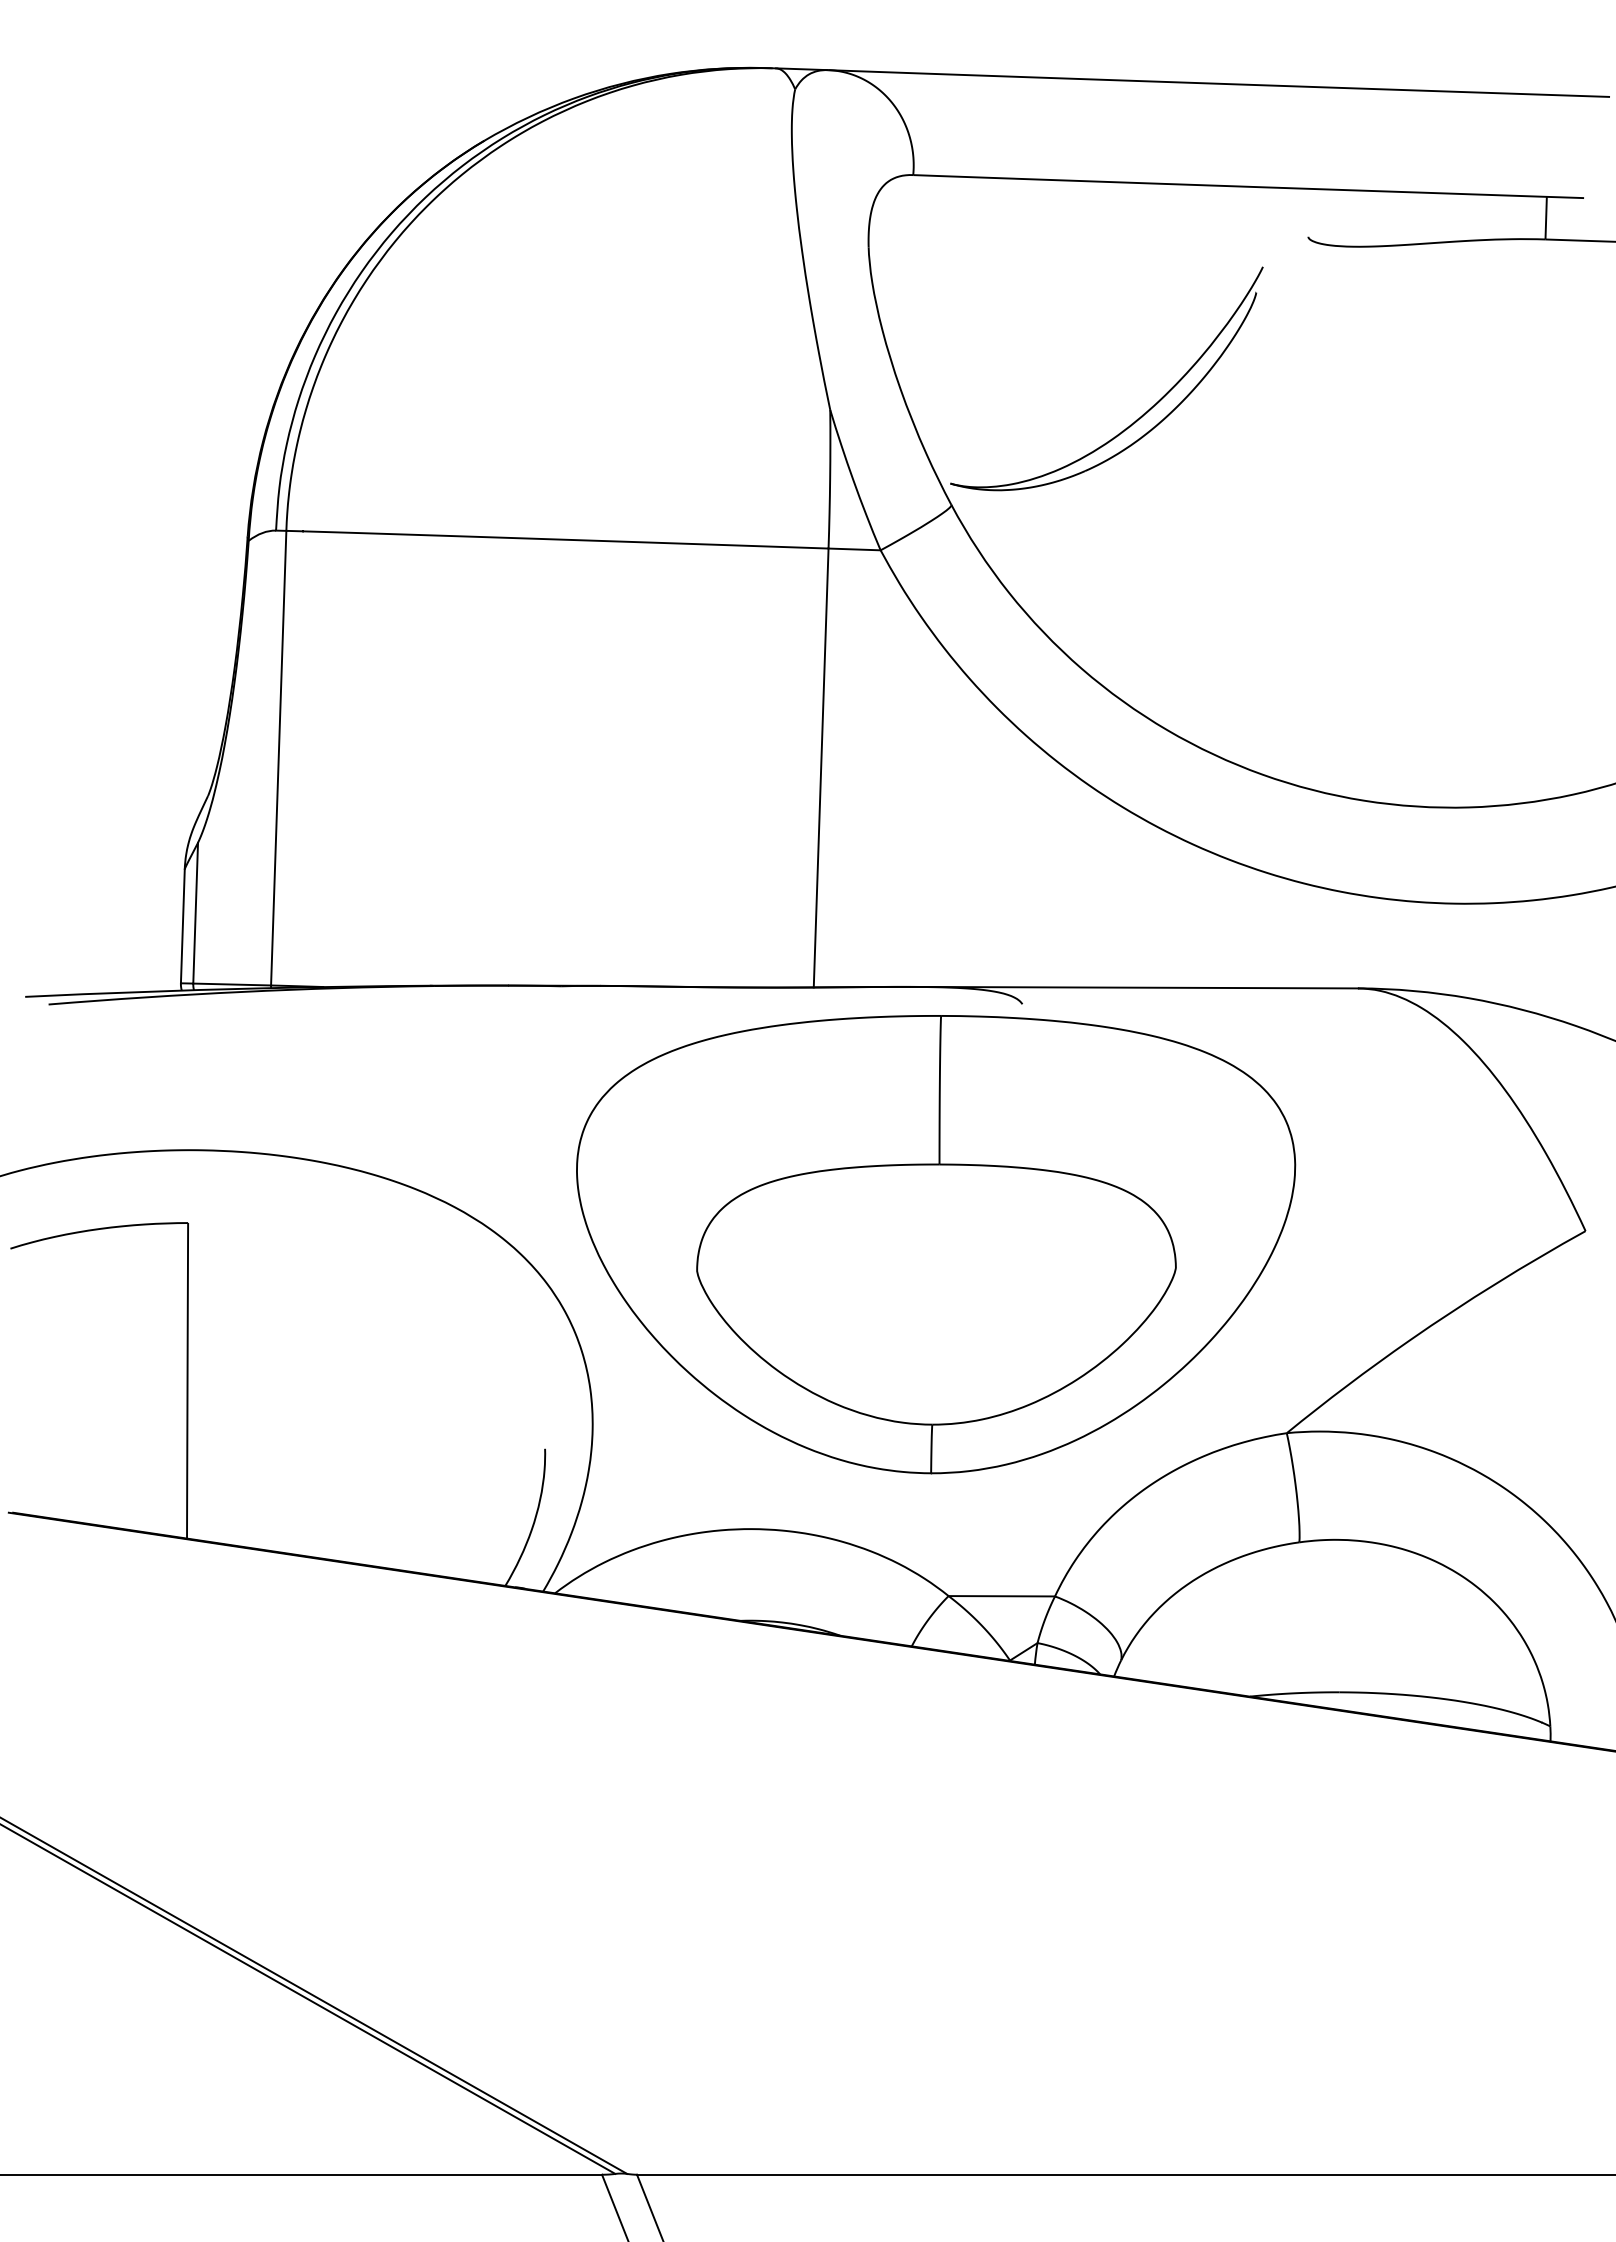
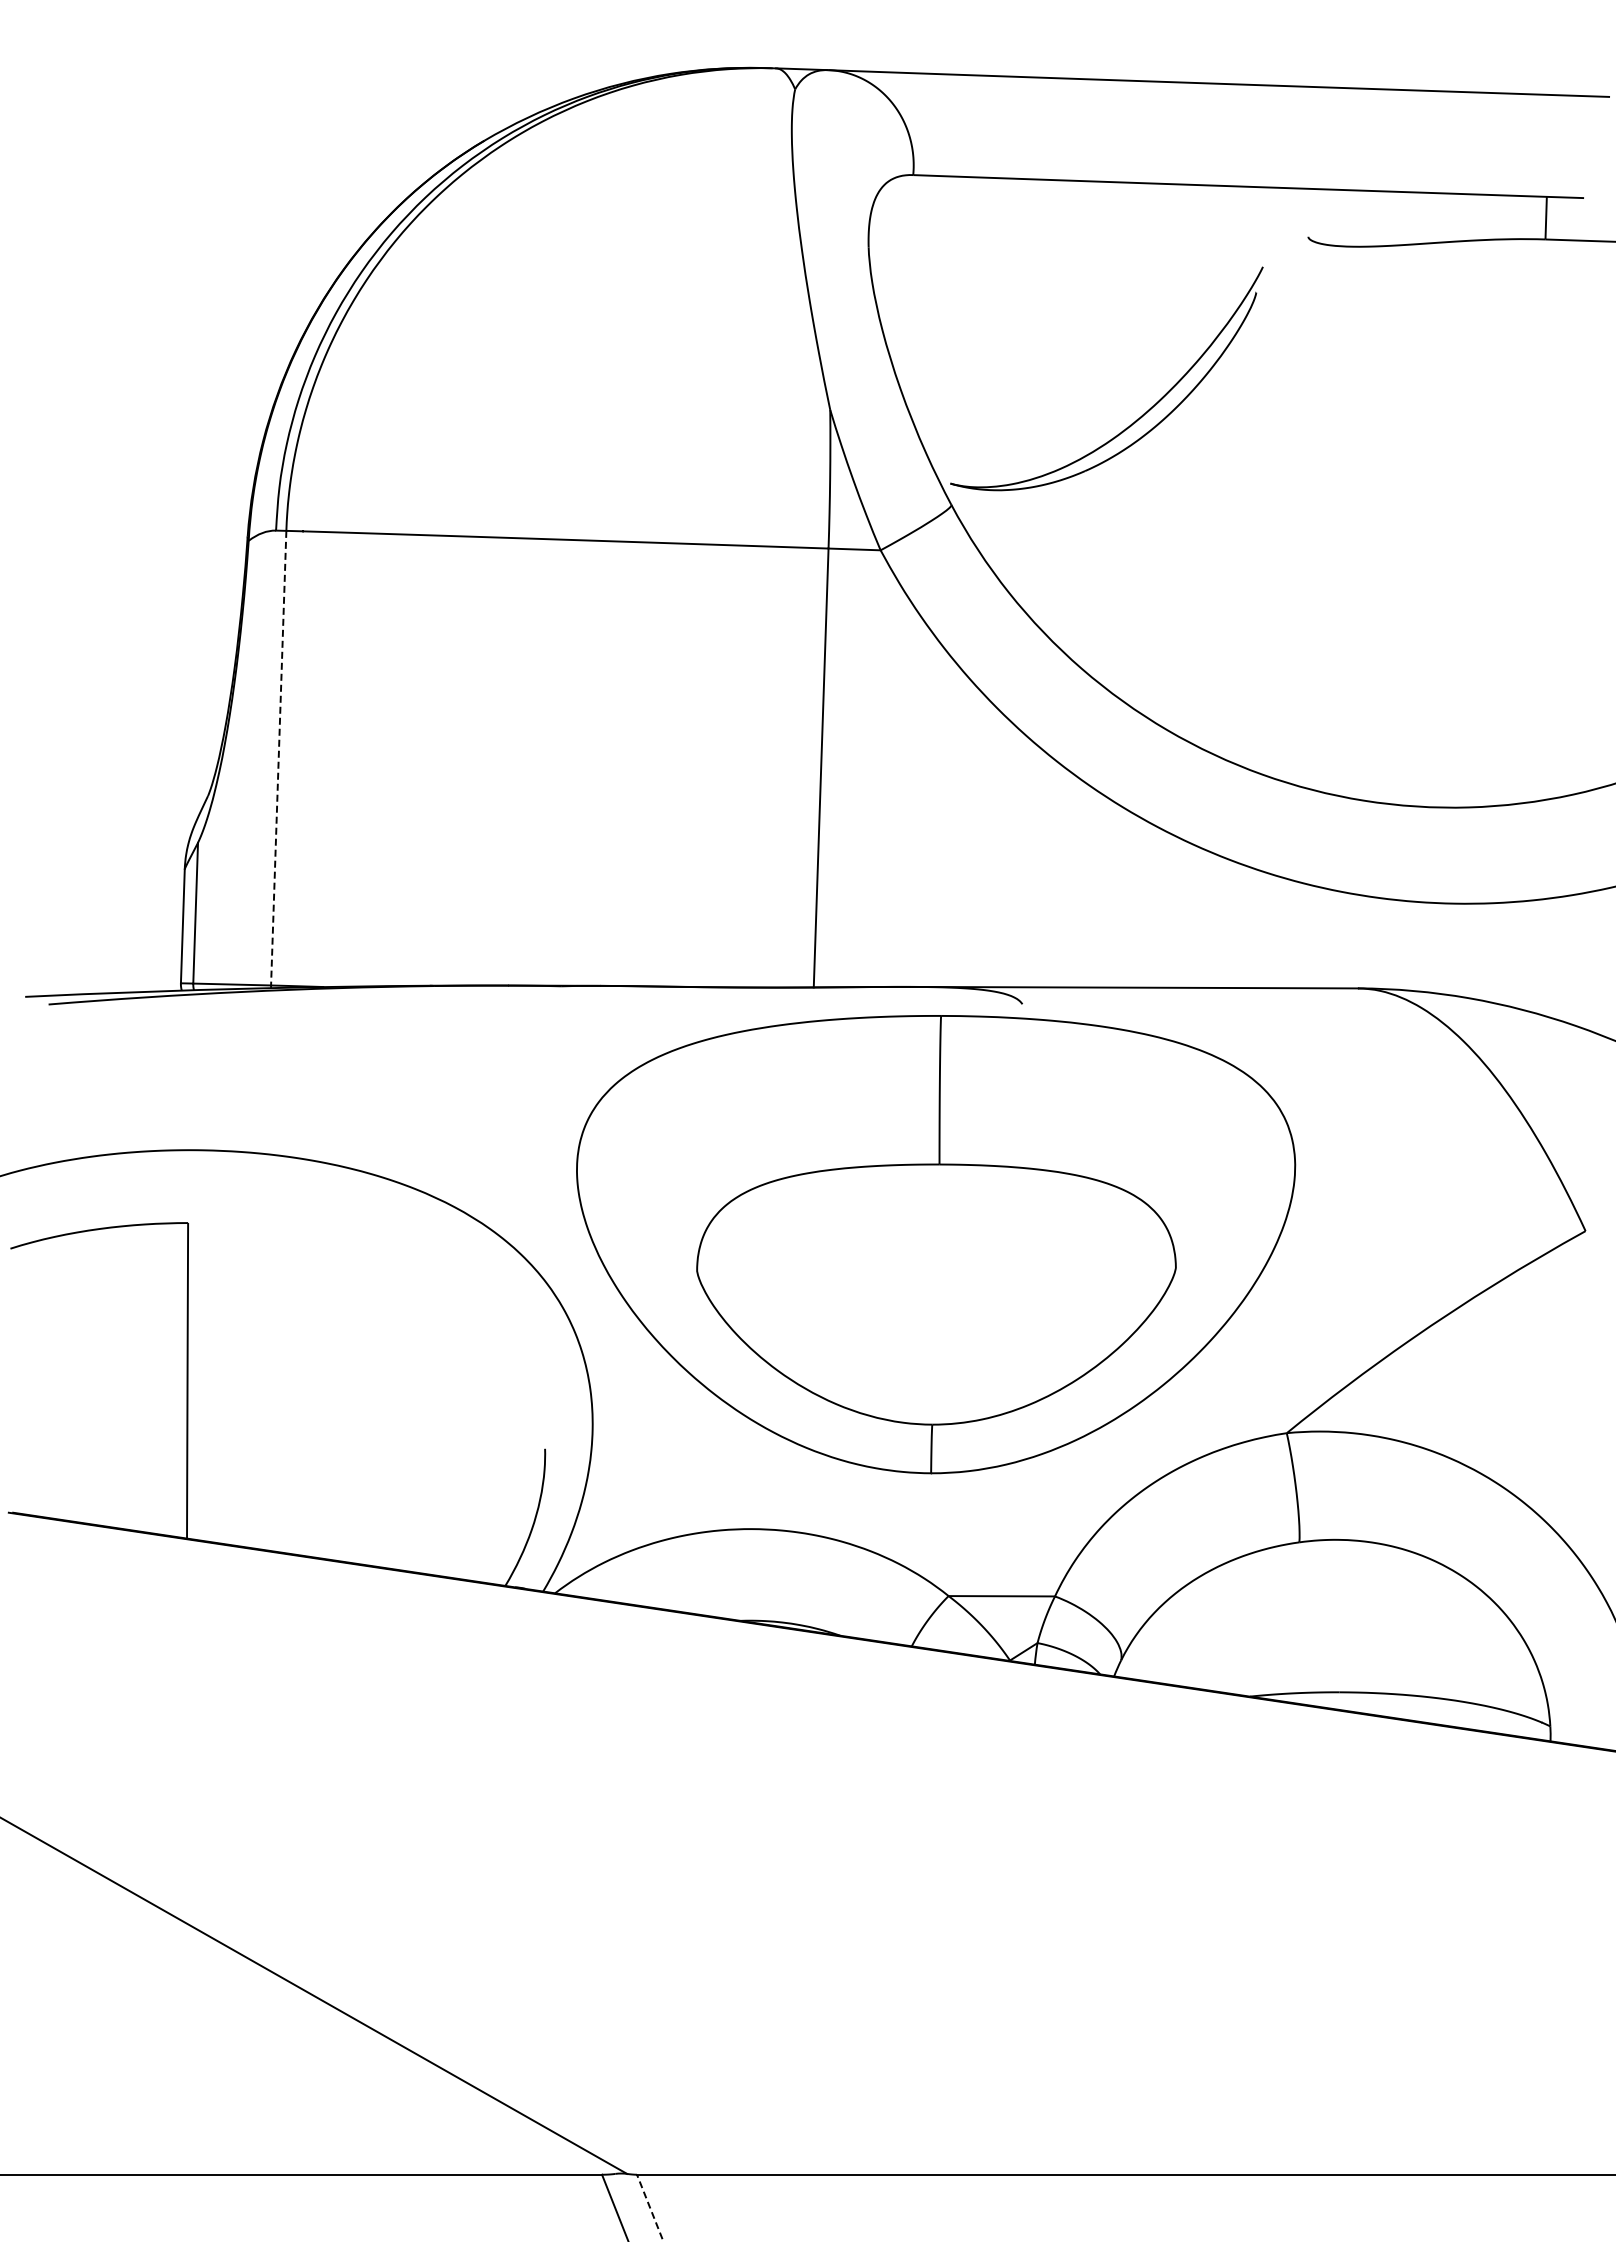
line at (278, 758): solid -> dashed
line at (308, 1999): present -> none
line at (650, 2208): solid -> dashed
